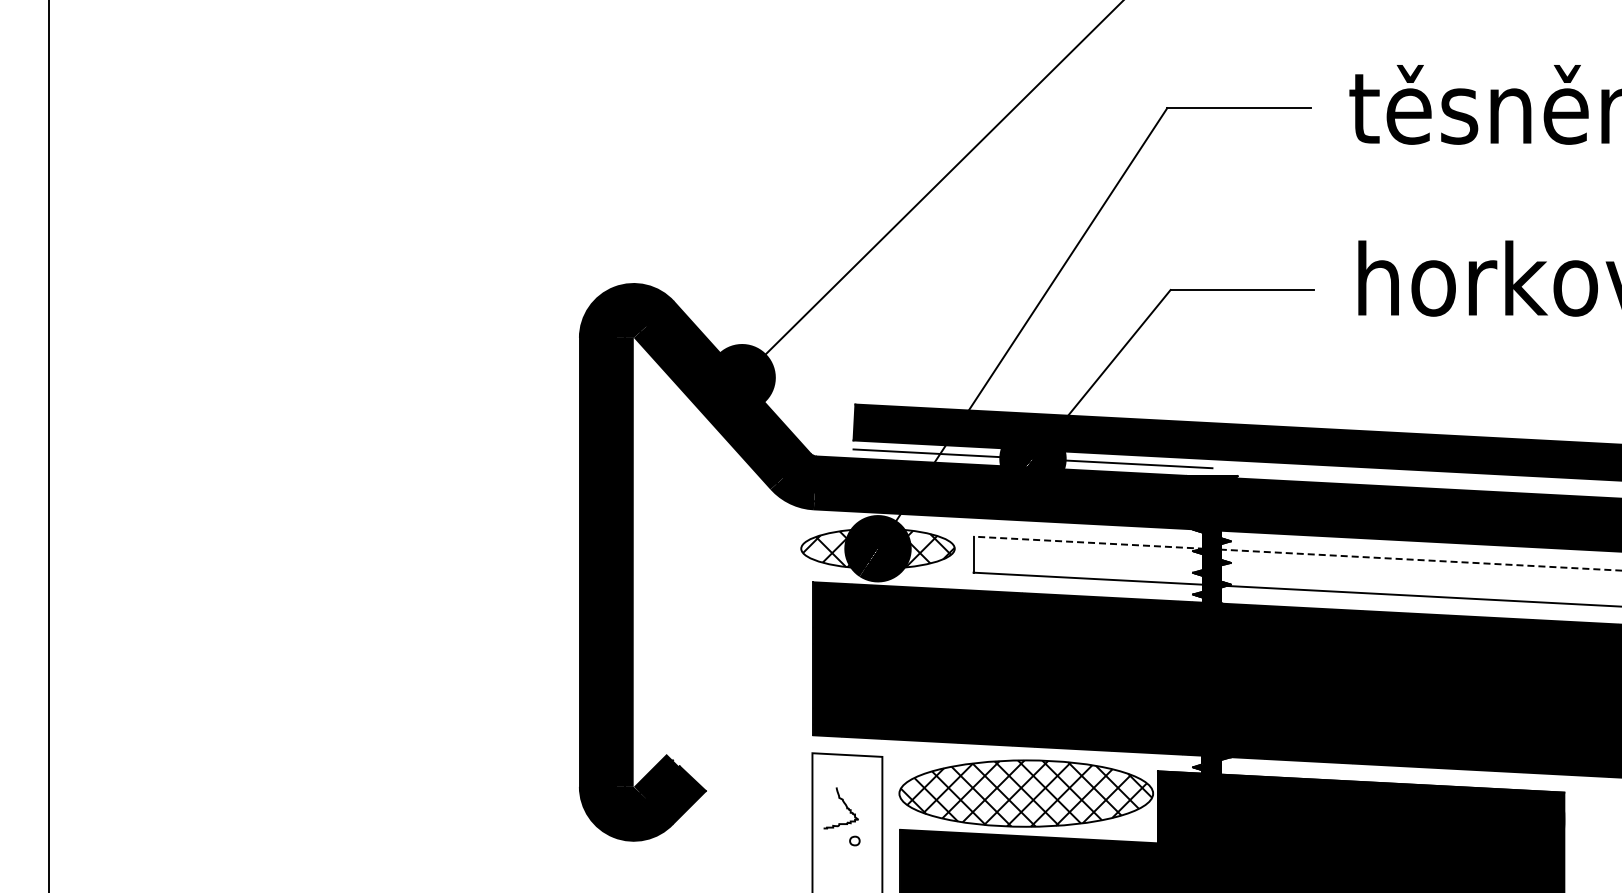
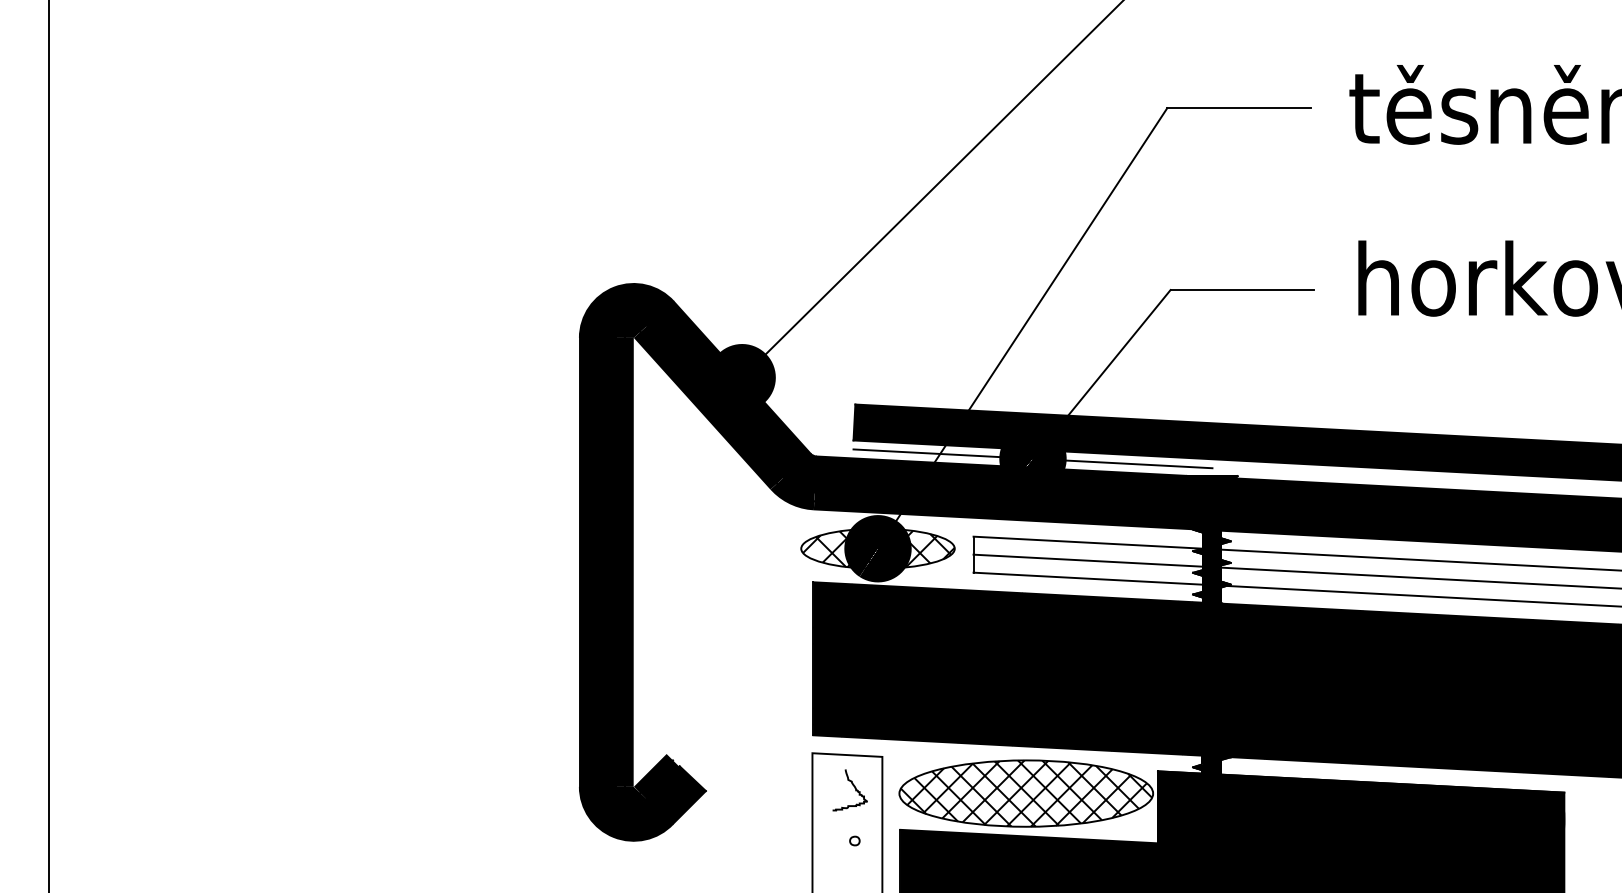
line at (1297, 553): dashed -> solid
line at (1295, 571): none -> present
curve at (845, 806) position: (845, 806) -> (854, 788)
